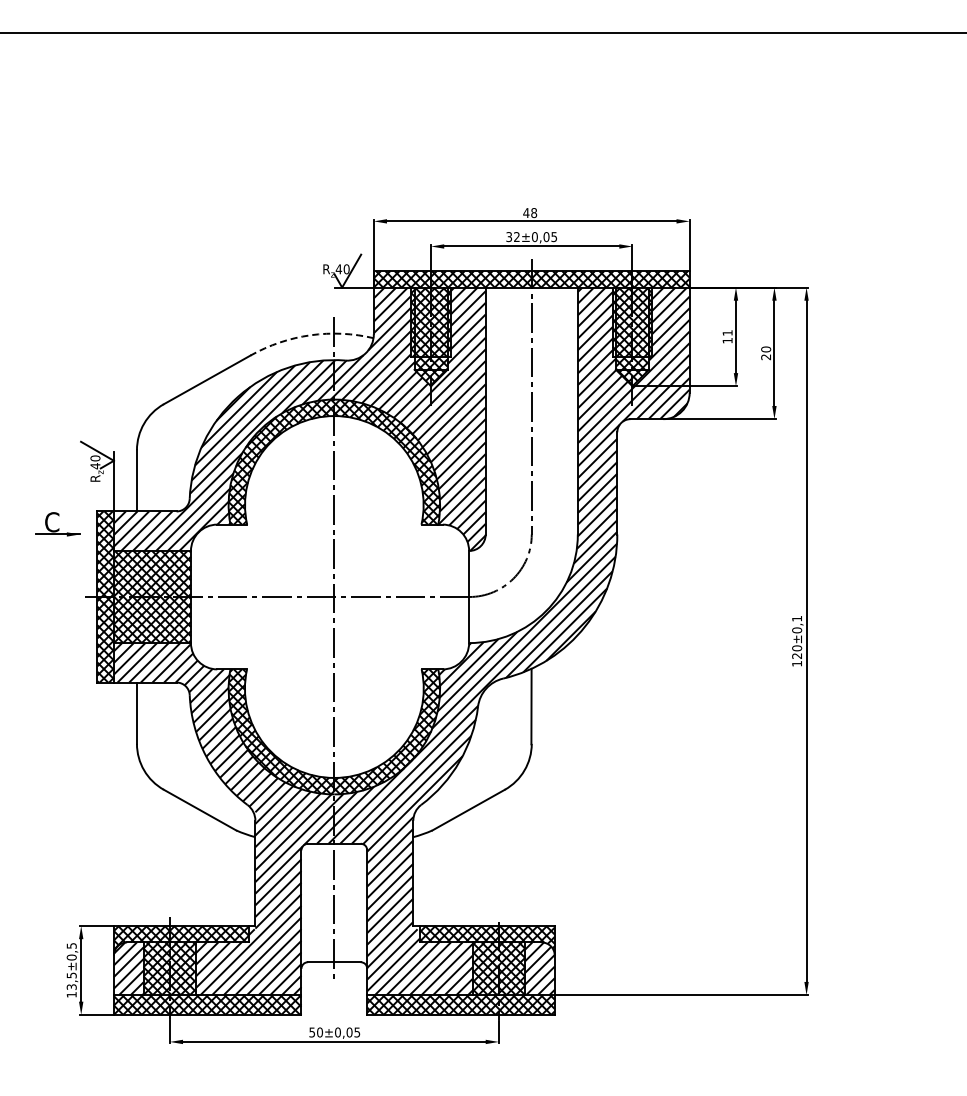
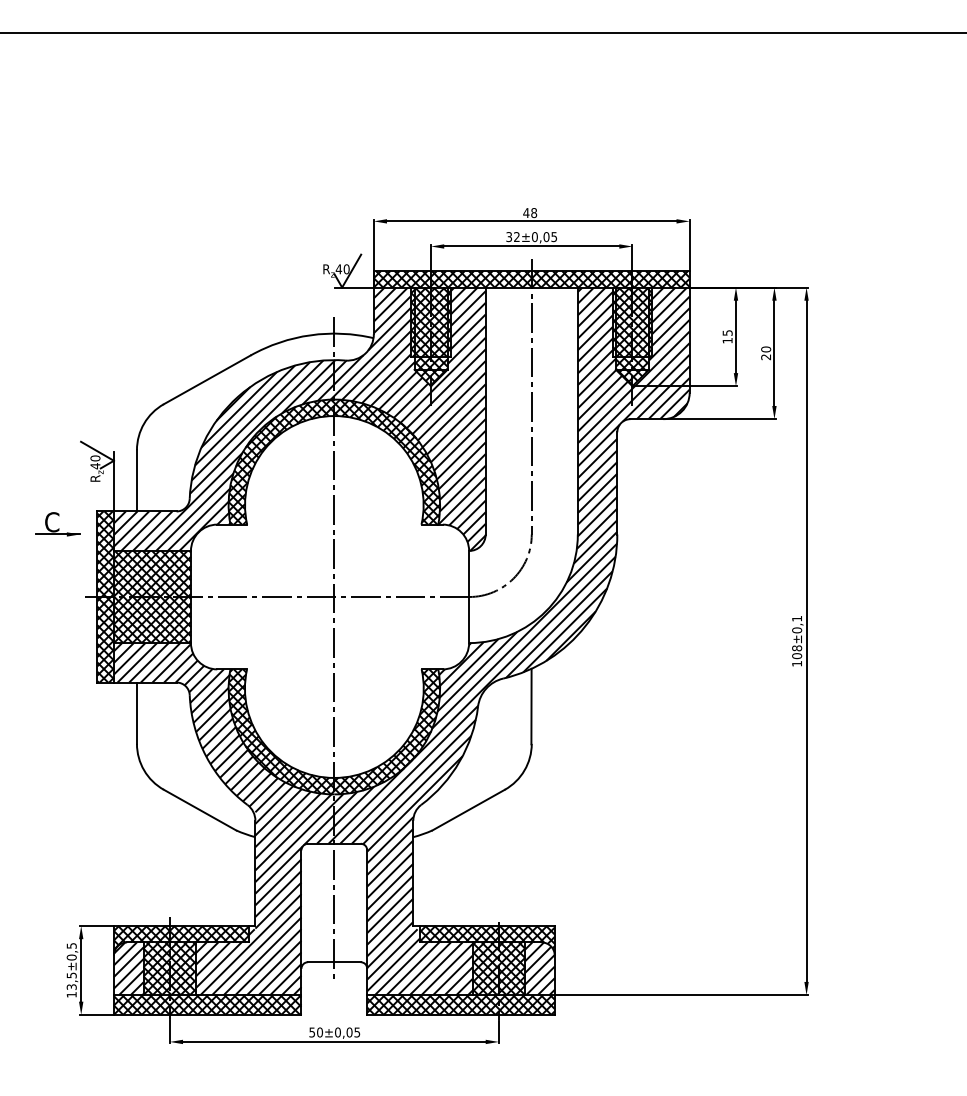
text at (727, 332): 11 -> 15
arc at (310, 335): dashed -> solid
text at (797, 652): 120±0,1 -> 108±0,1
